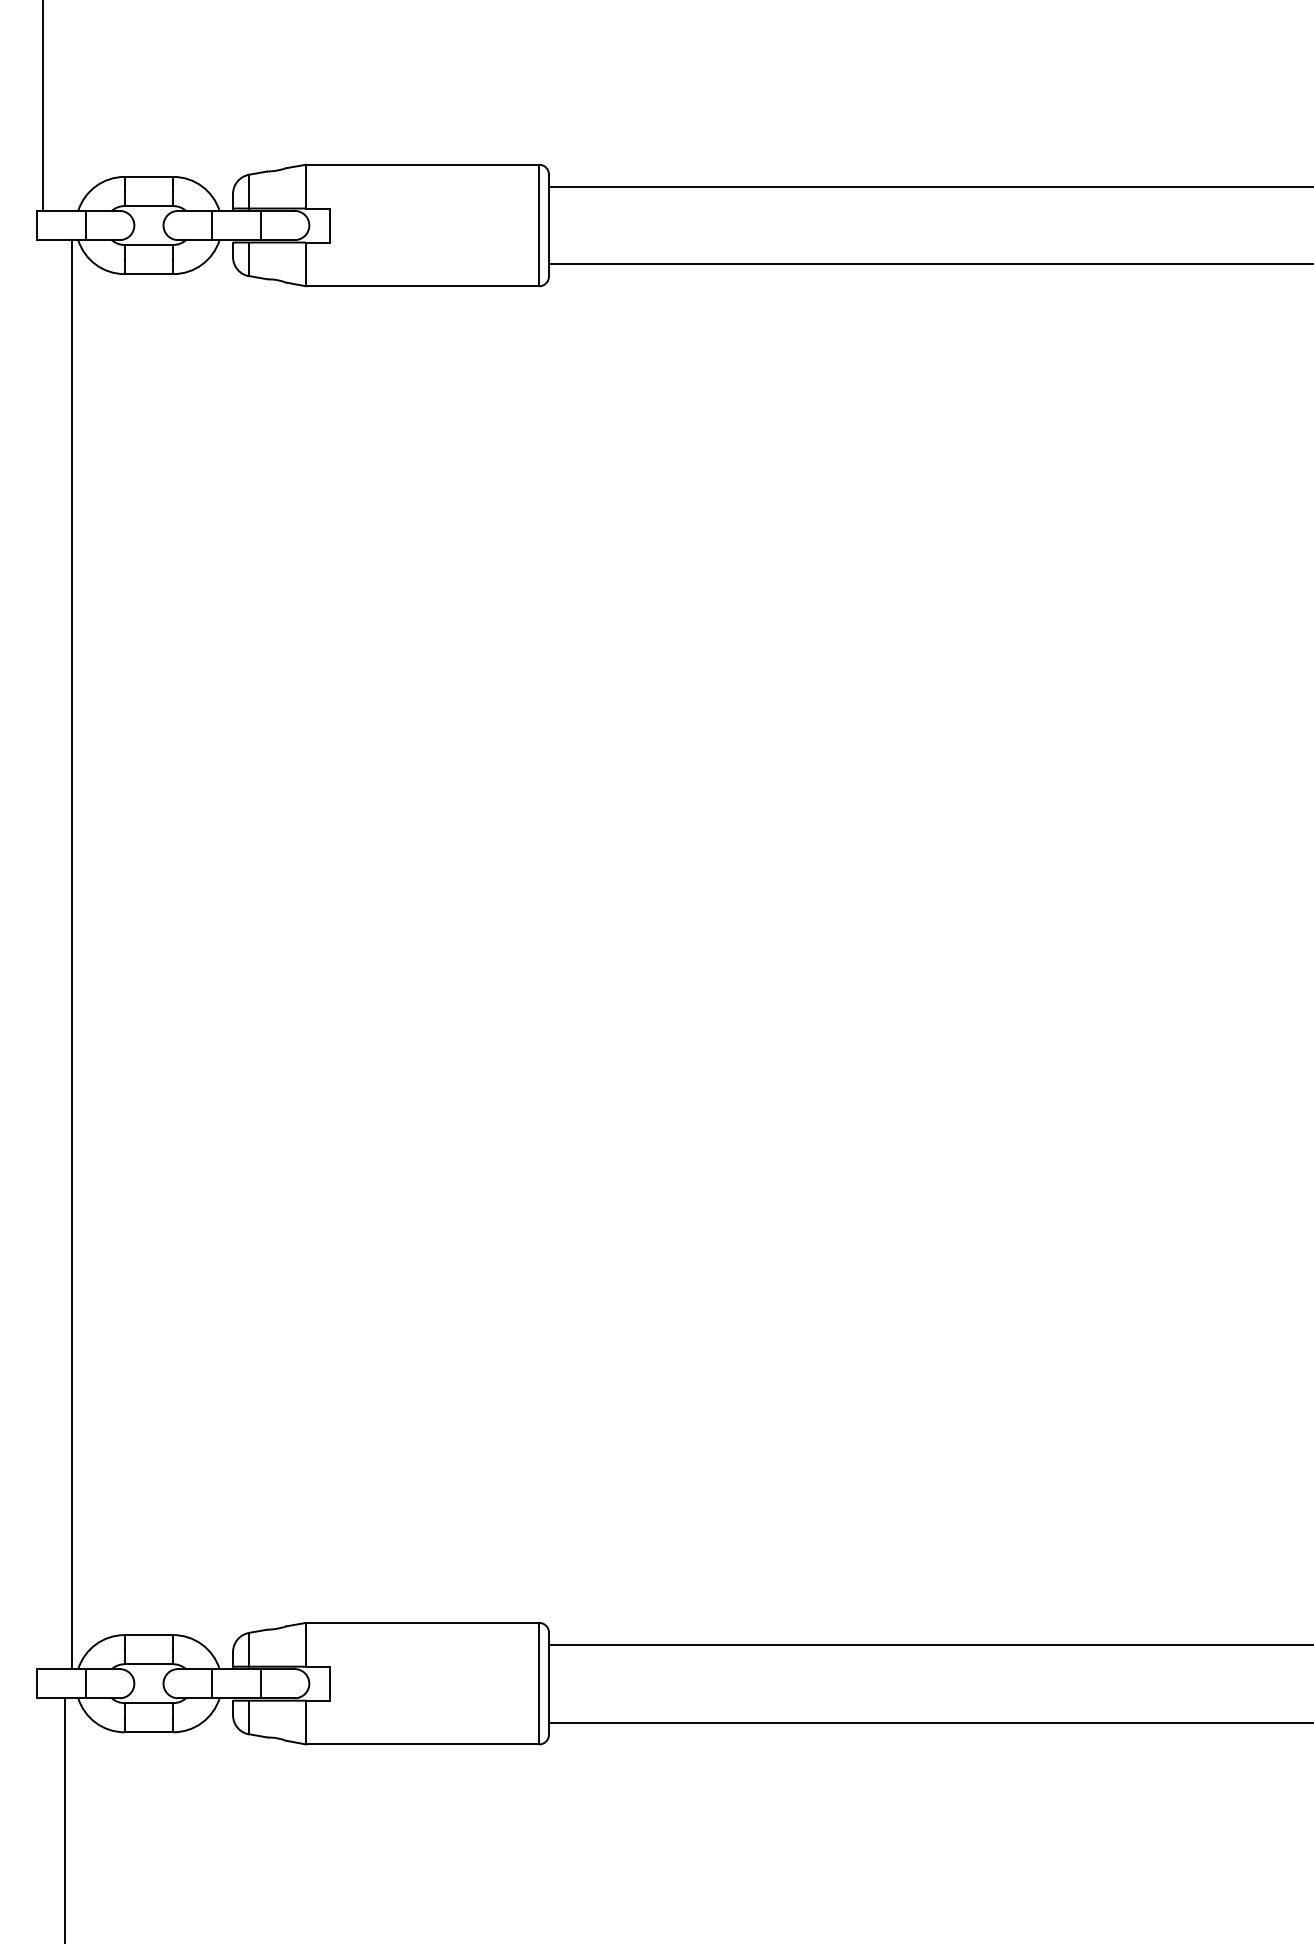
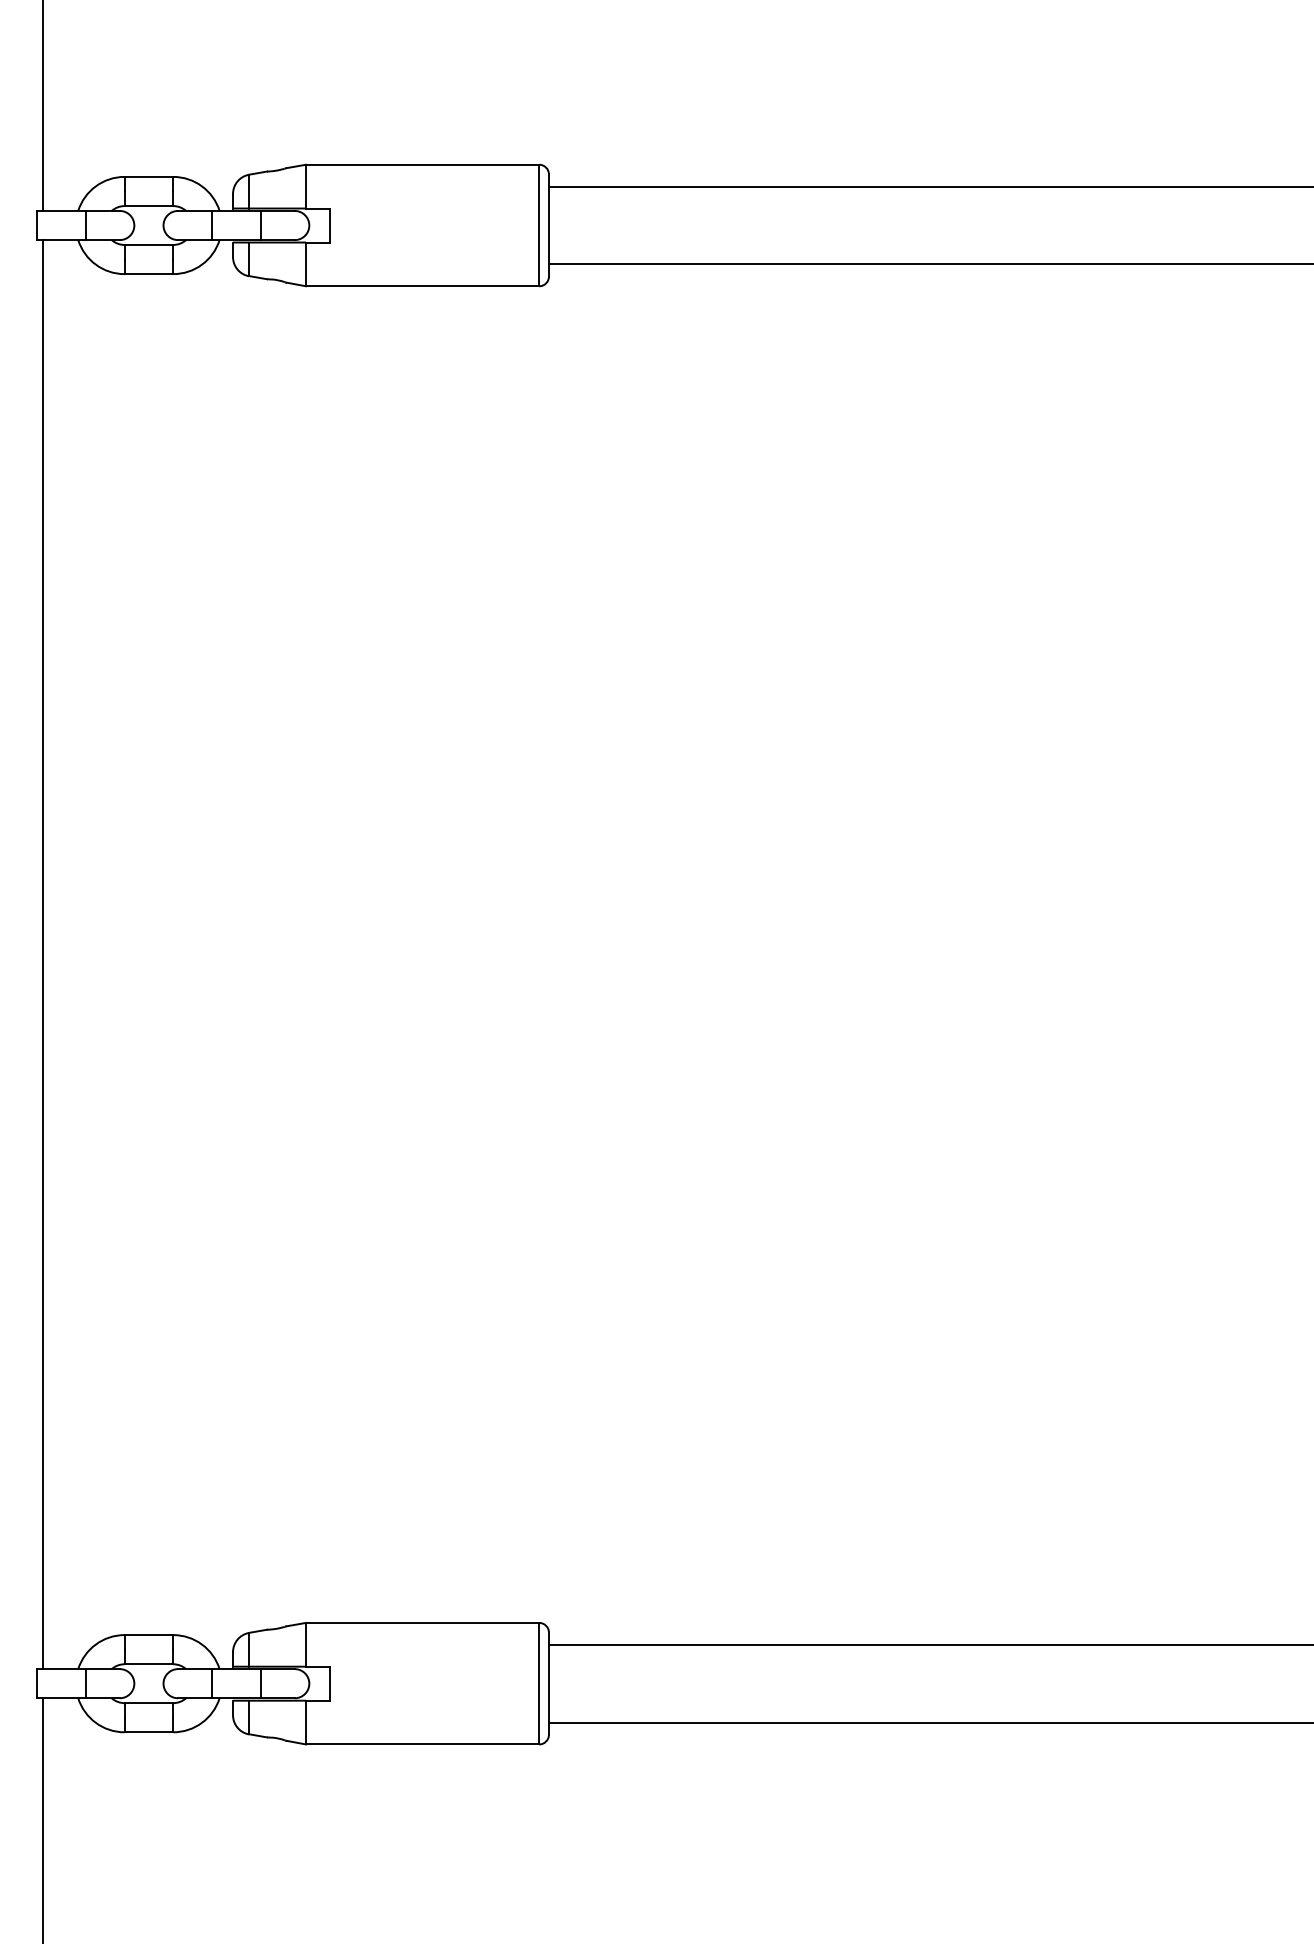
line at (71, 954) position: (71, 954) -> (42, 954)
line at (64, 1819) position: (64, 1819) -> (42, 1819)
